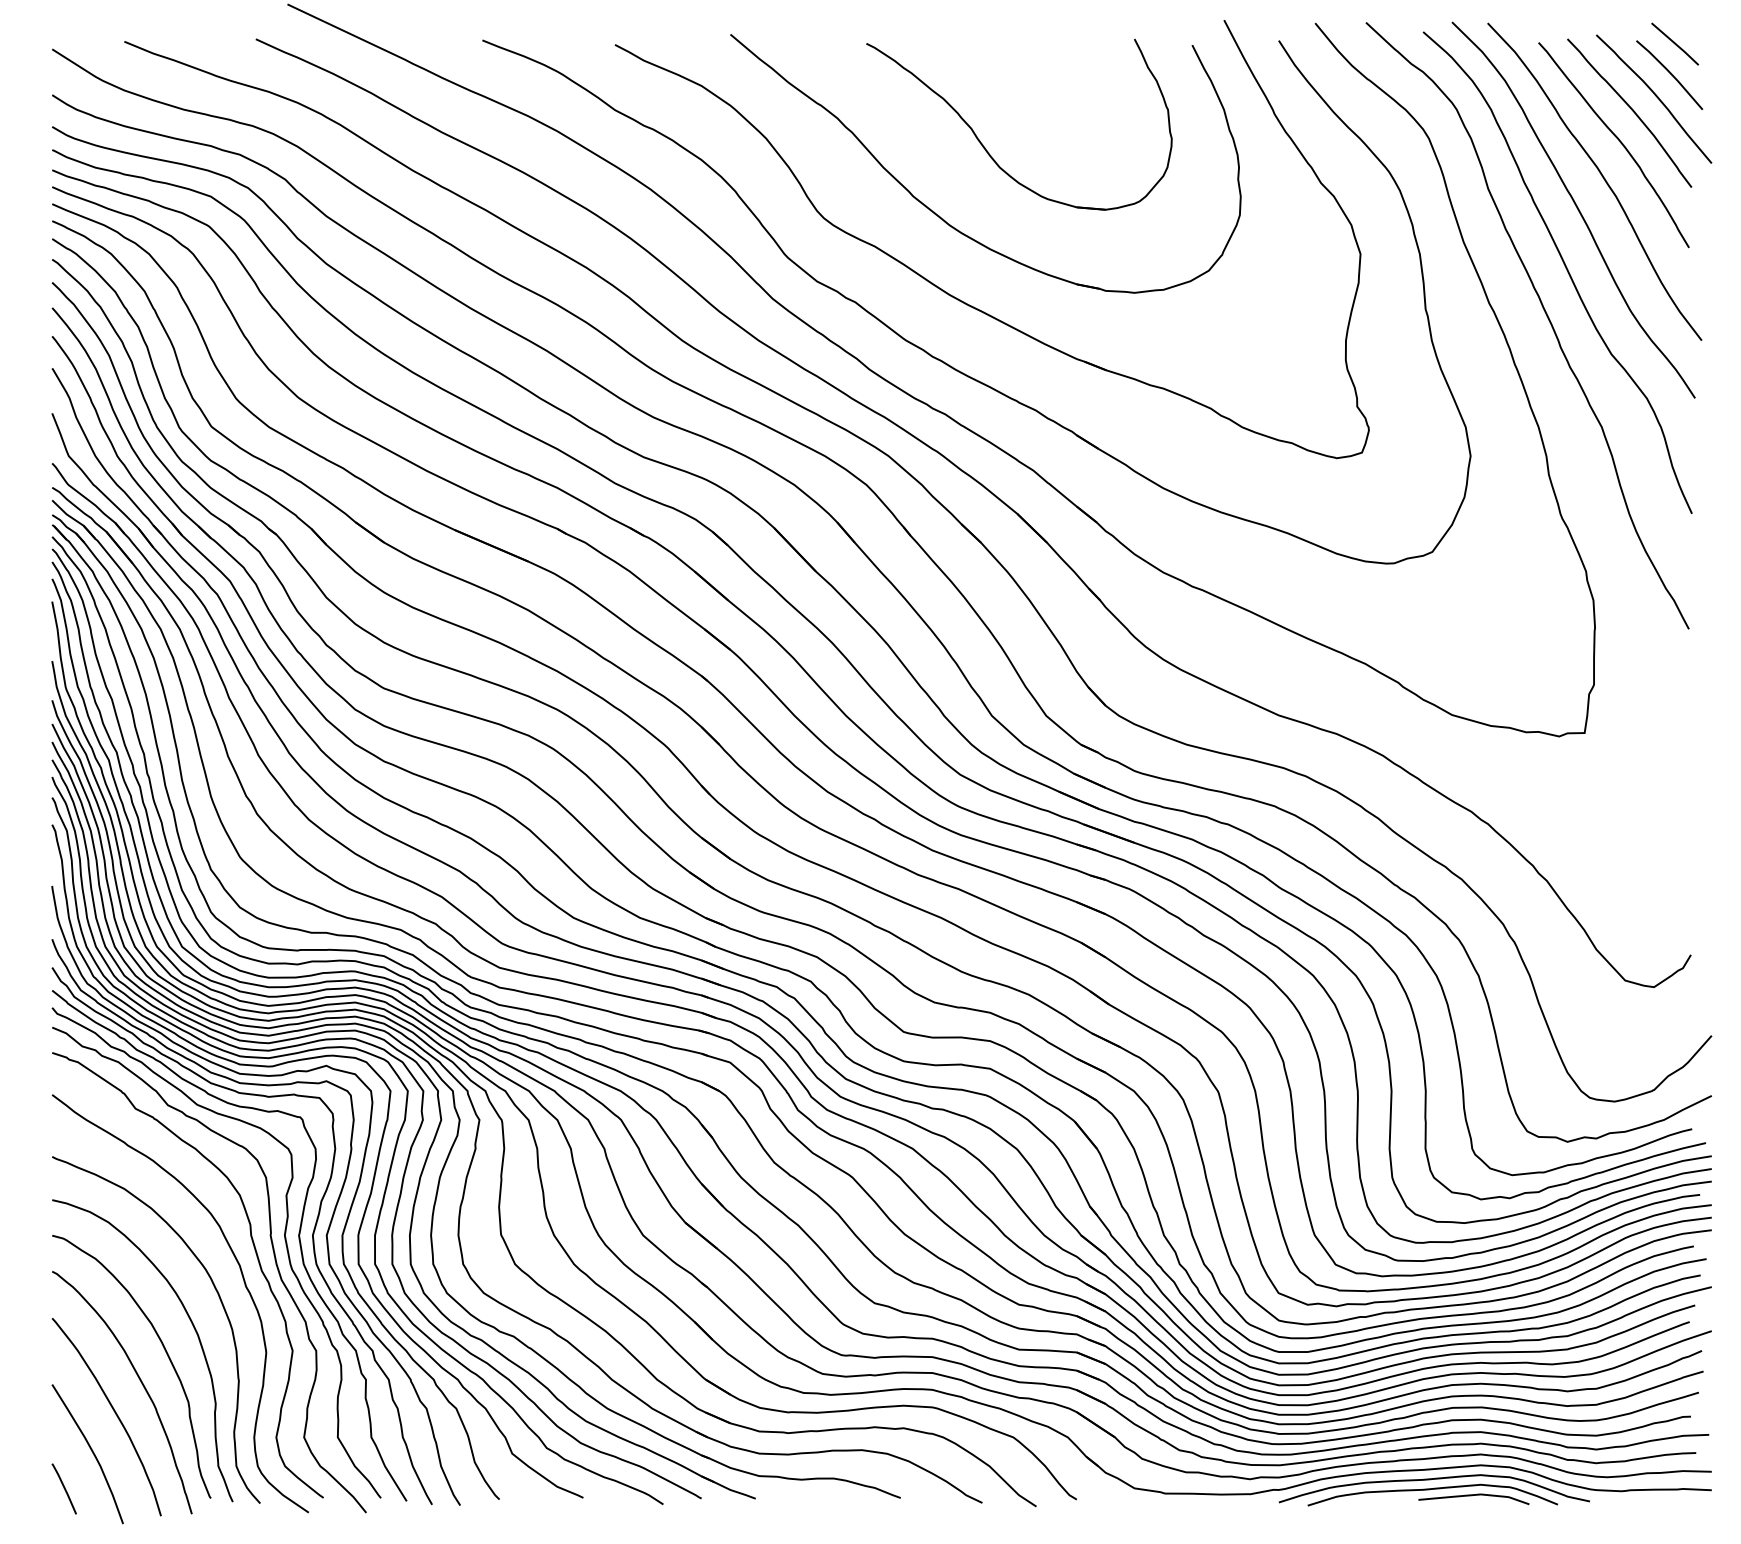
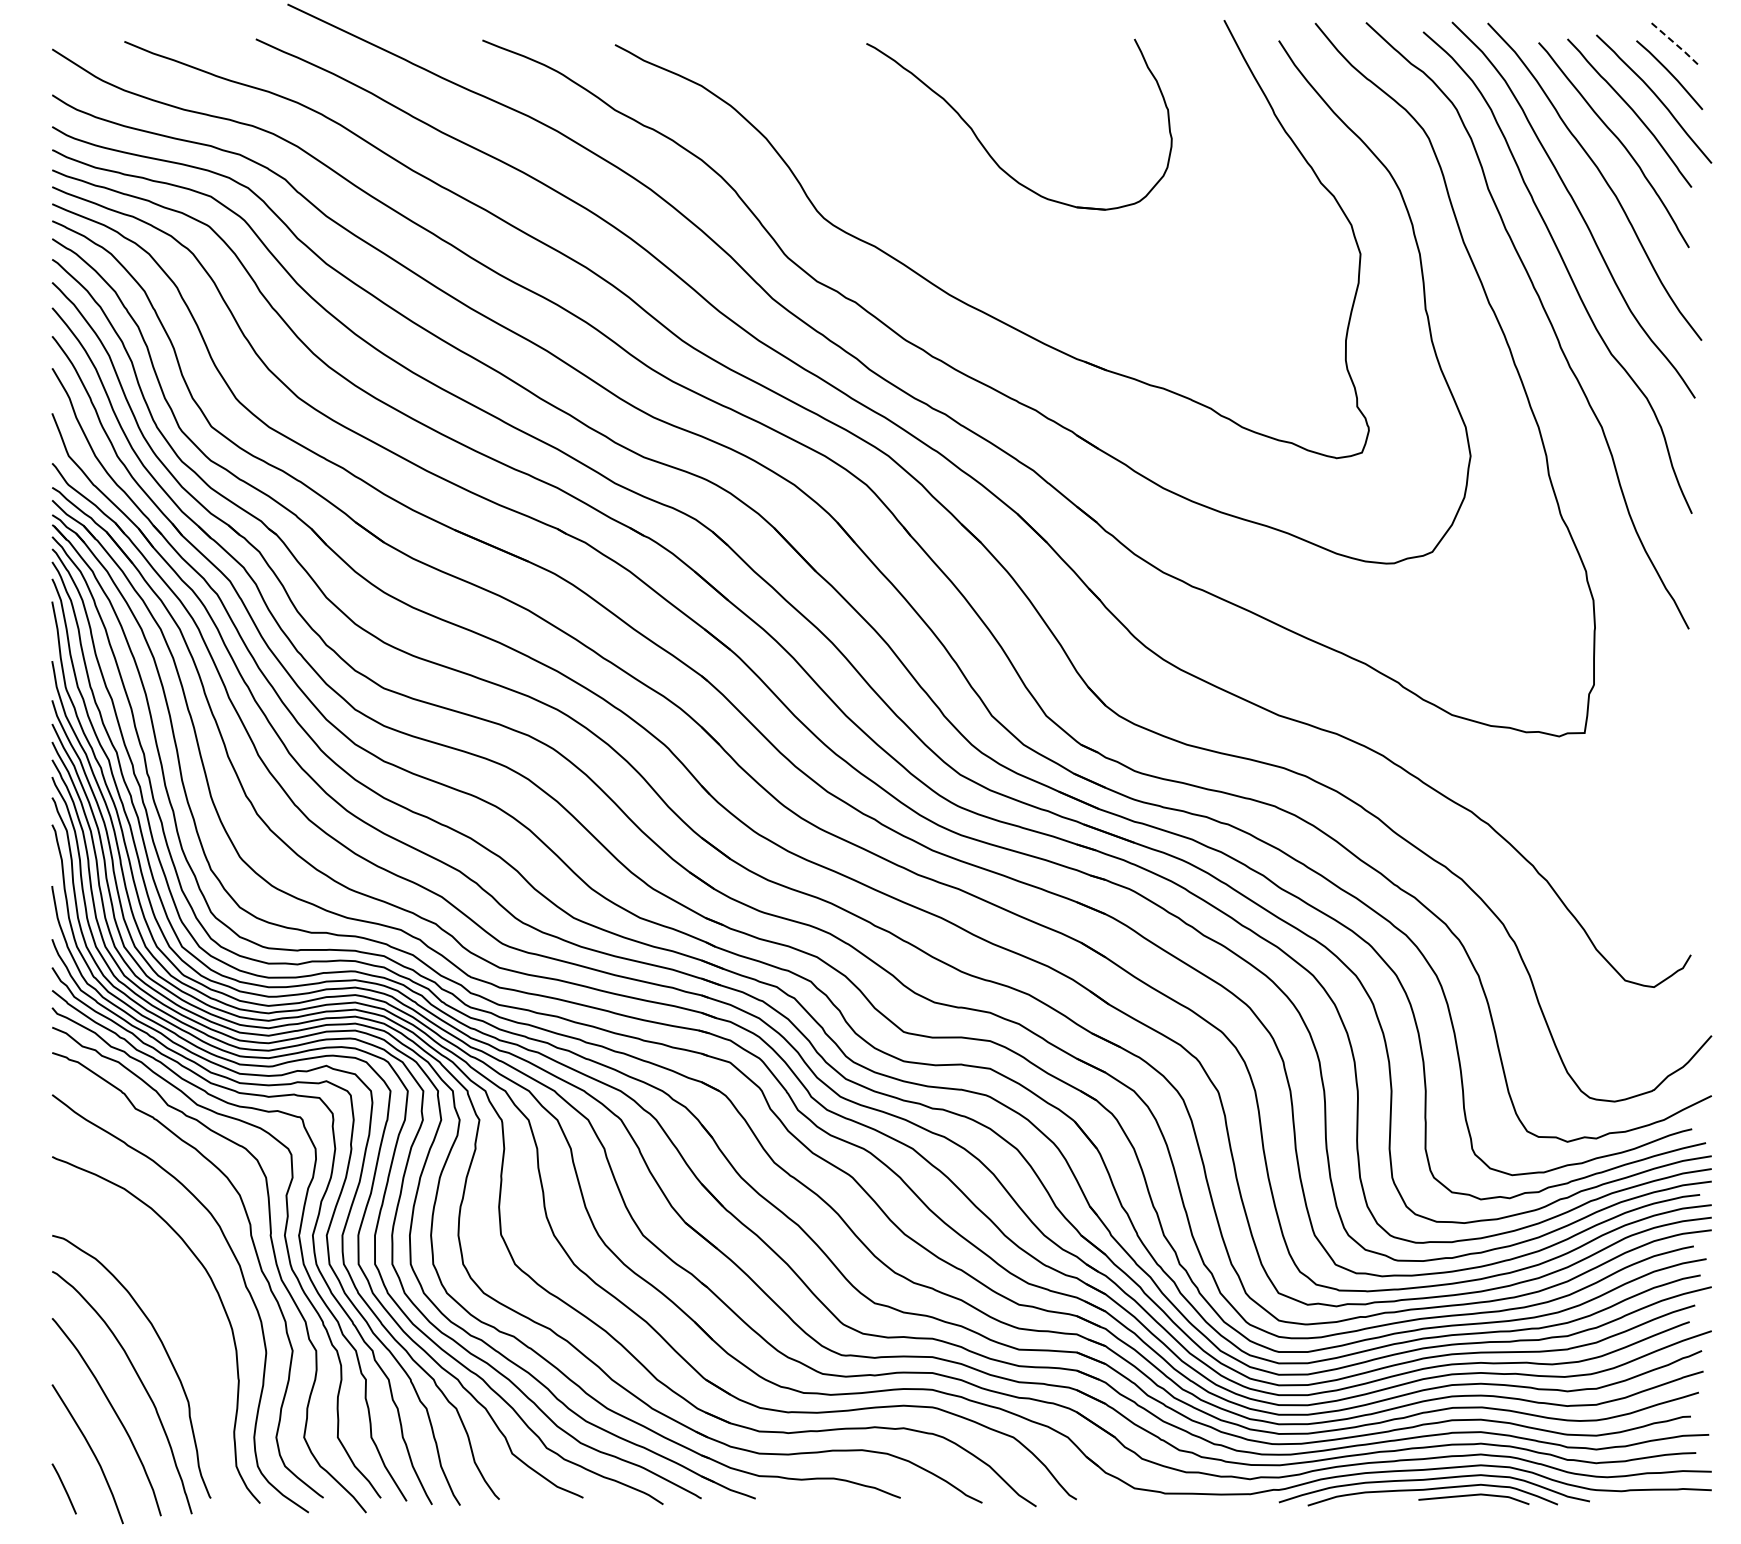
line at (1676, 44): solid -> dashed
part at (944, 219): present -> none
curve at (192, 1326): present -> none
